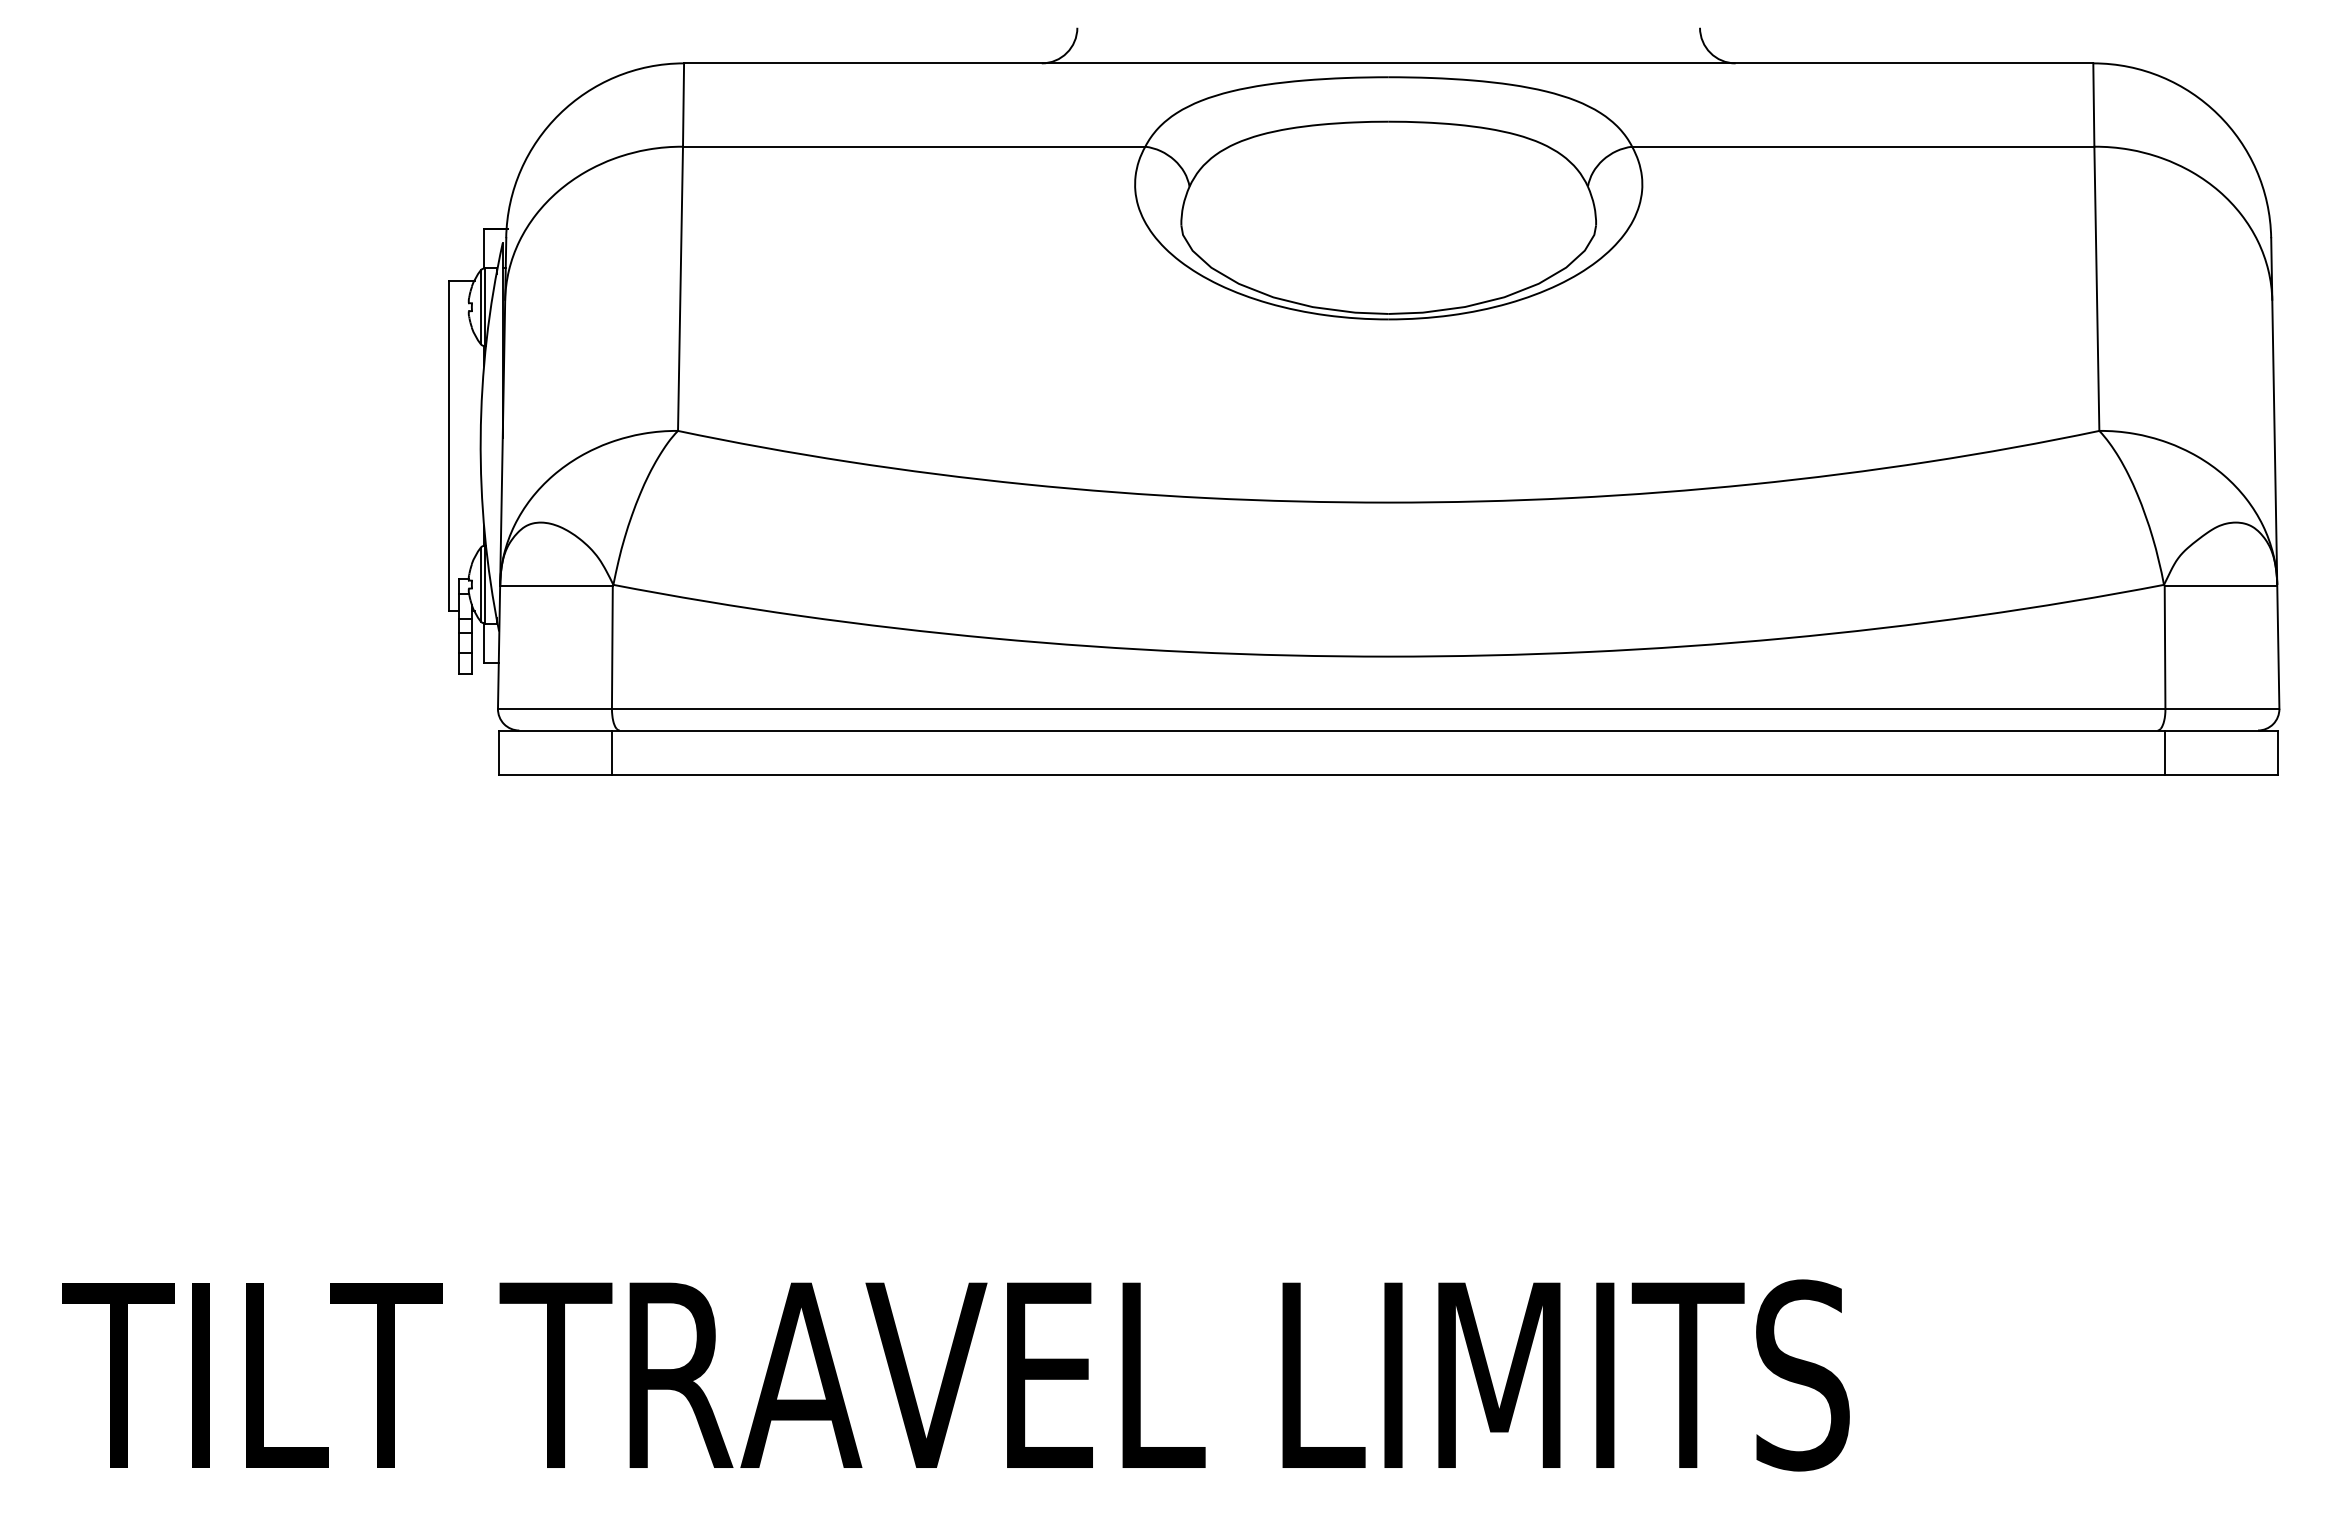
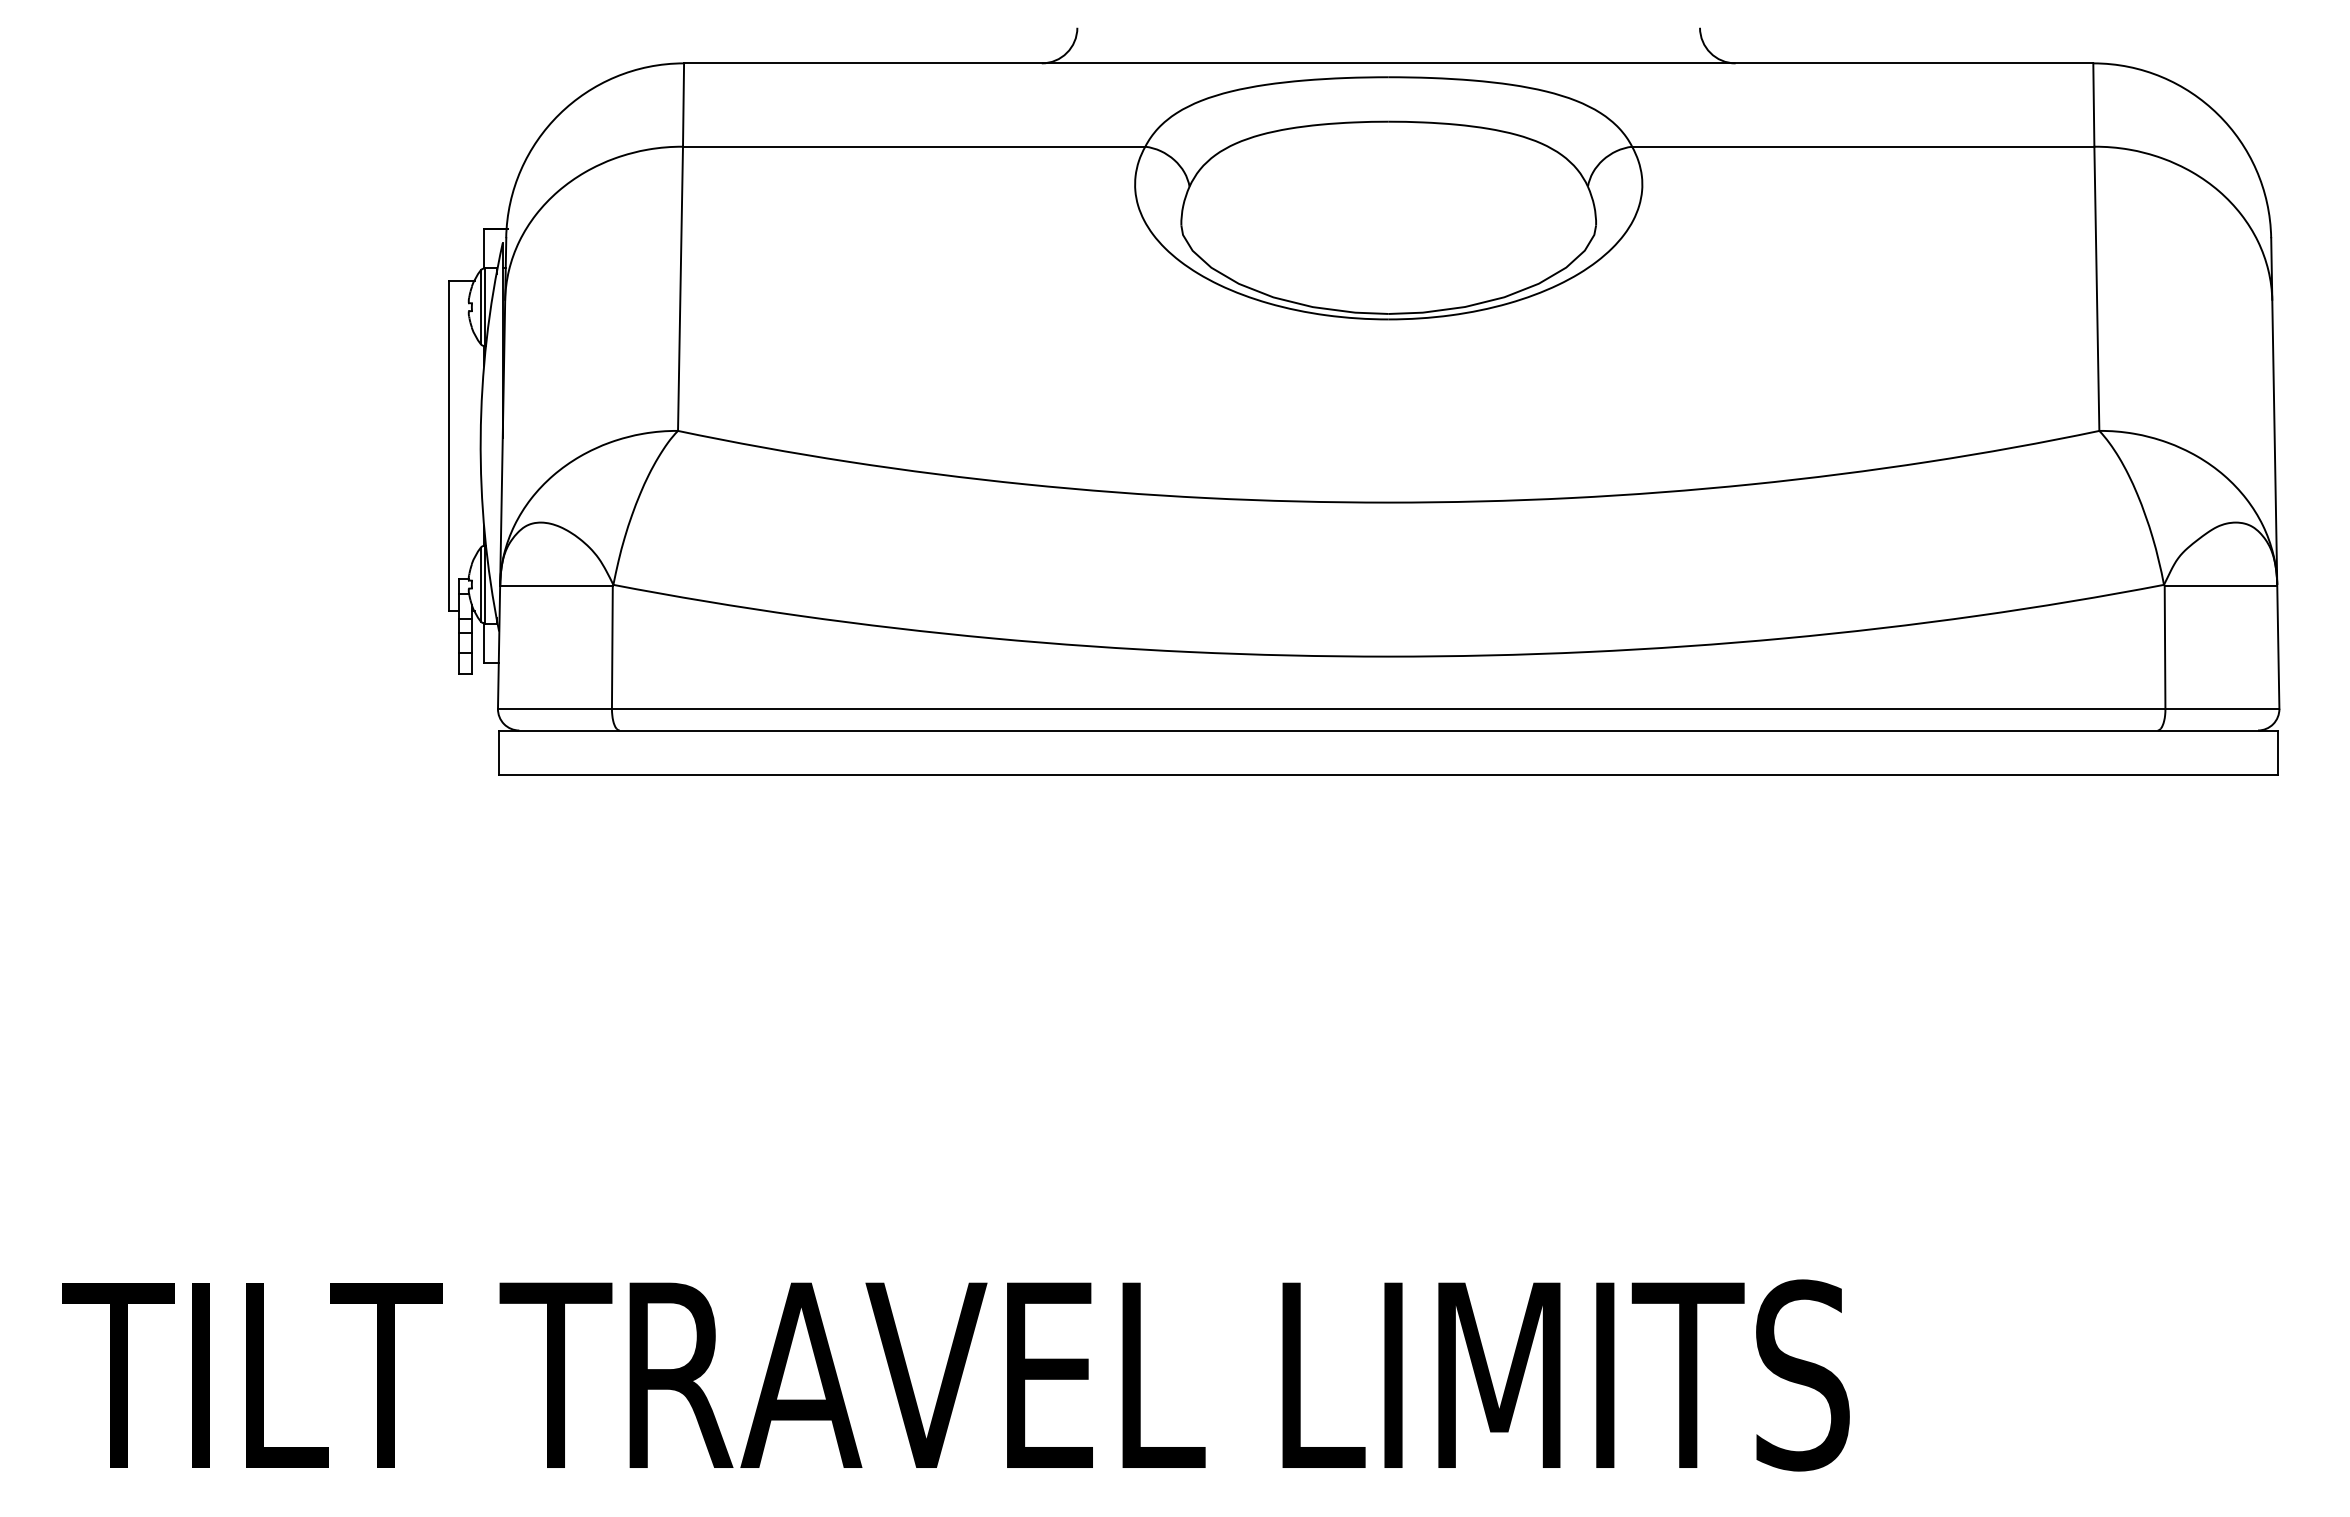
line at (612, 752): present -> none
line at (2165, 752): present -> none
